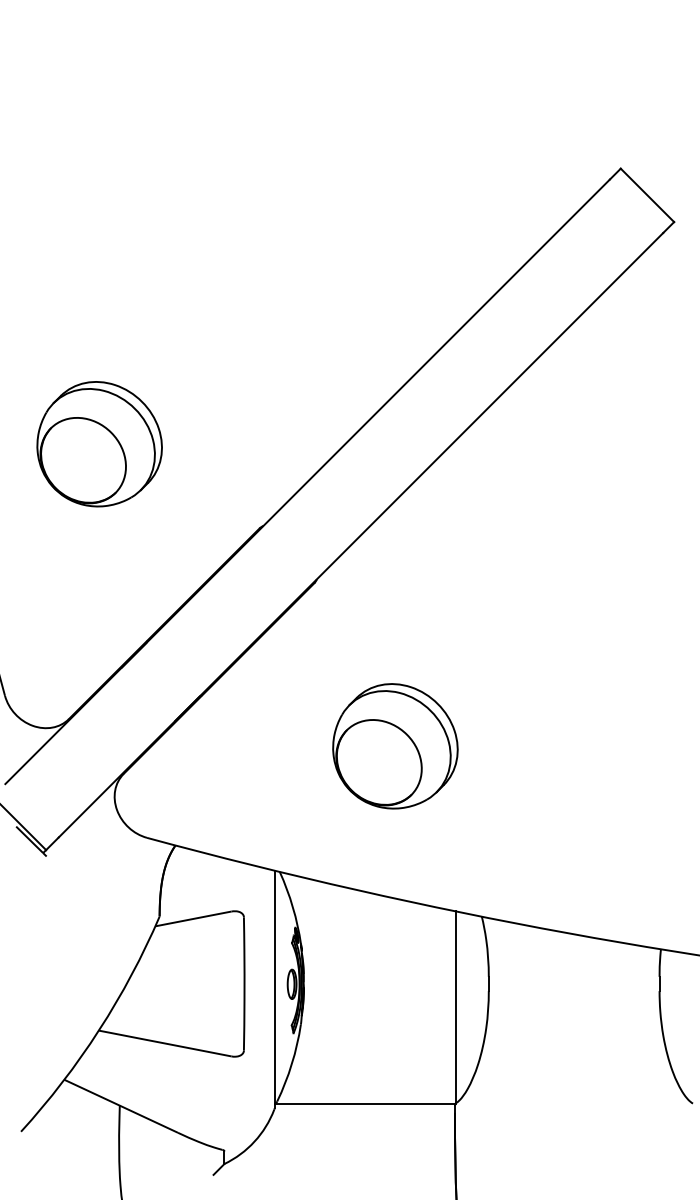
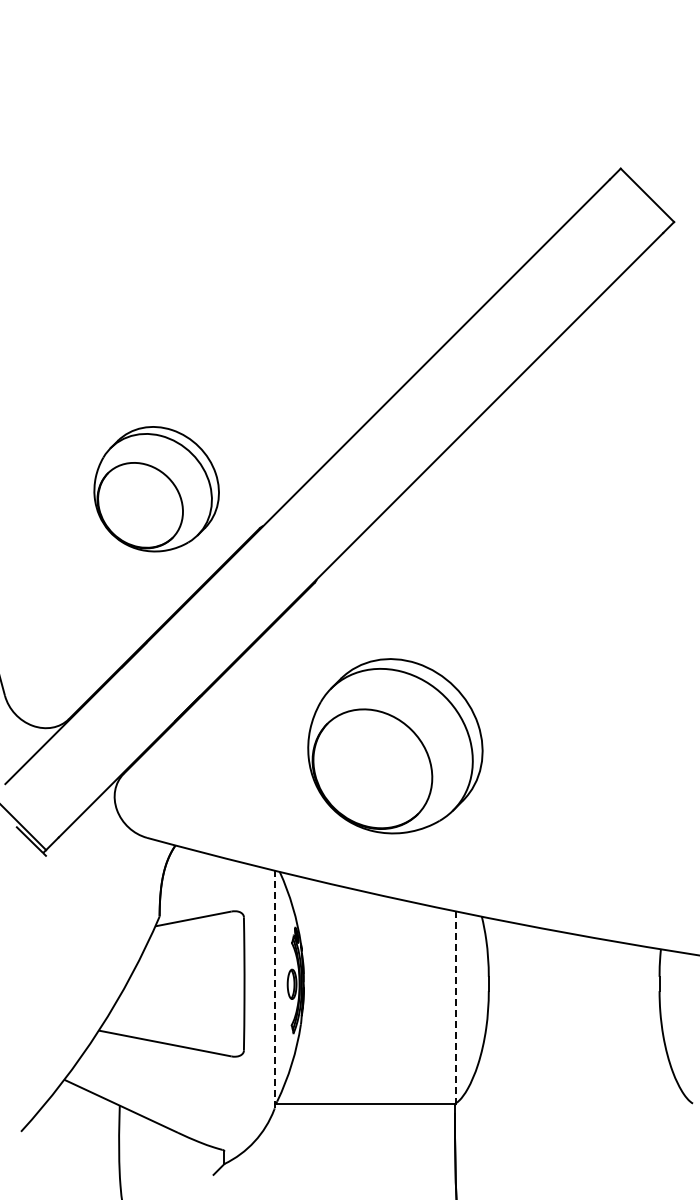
part at (99, 444) position: (99, 444) -> (156, 489)
part at (395, 746) size: 127x127 px -> 177x177 px
line at (274, 989): solid -> dashed
line at (456, 1007): solid -> dashed
